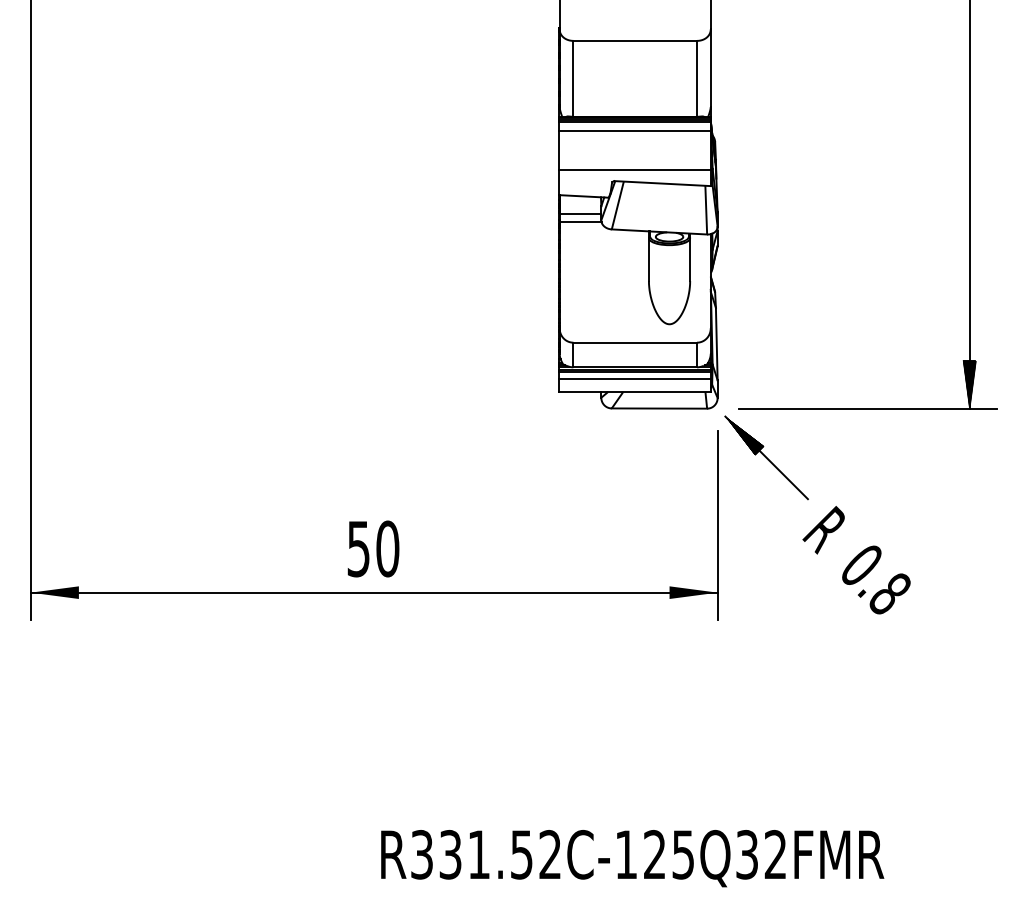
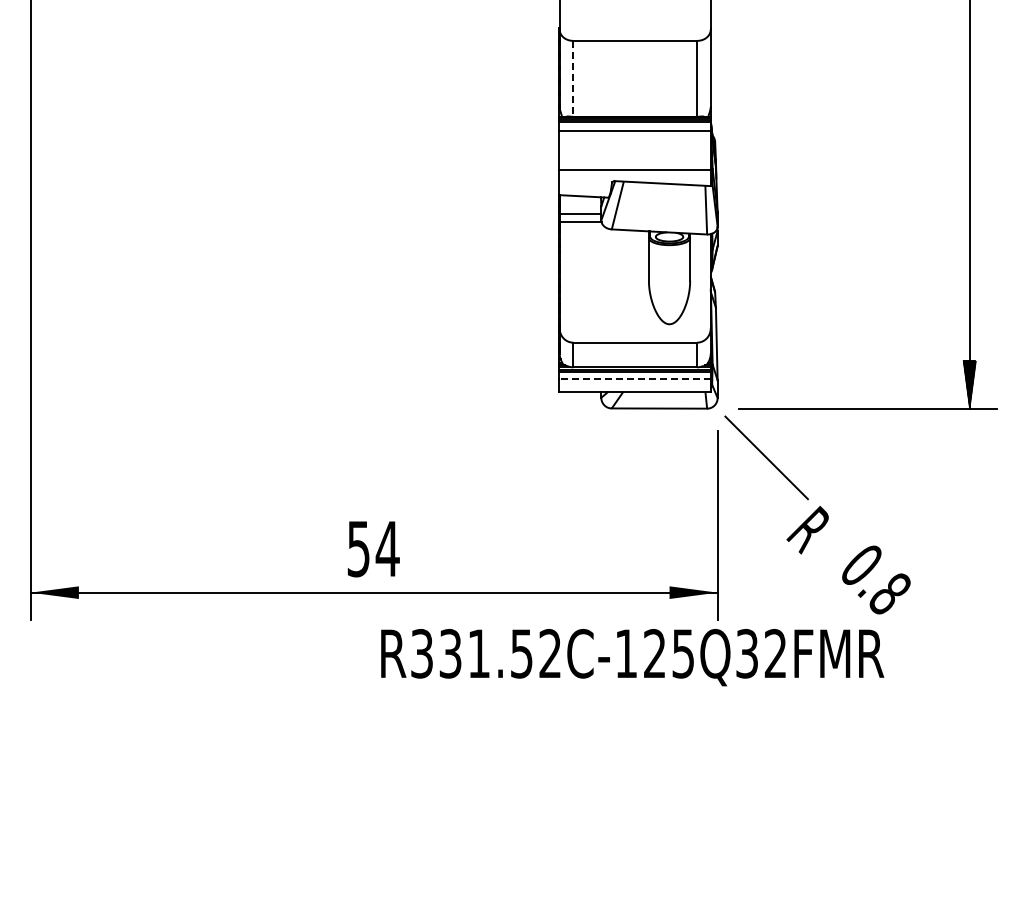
line at (573, 78): solid -> dashed
line at (635, 378): solid -> dashed
hatch at (744, 435): present -> none
text at (823, 530) position: (823, 530) -> (807, 530)
text at (387, 548): 50 -> 54
text at (632, 858) position: (632, 858) -> (632, 657)
